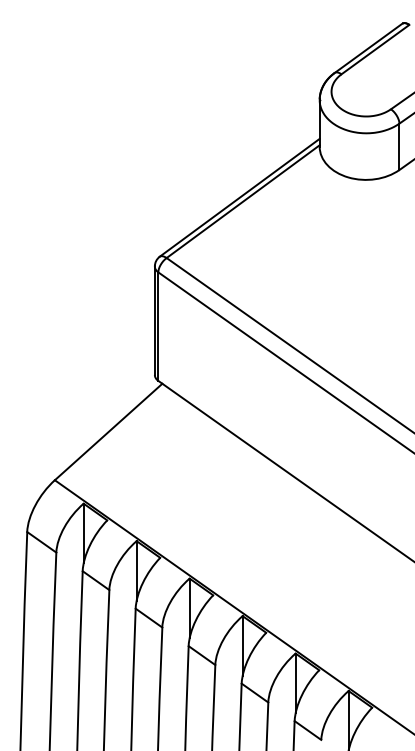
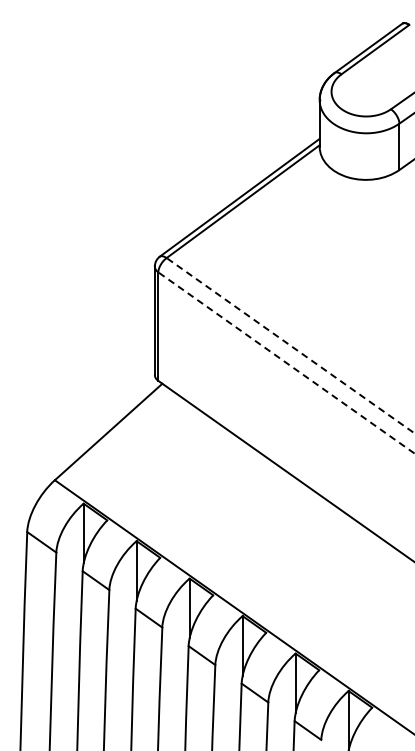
line at (290, 345): solid -> dashed
line at (286, 363): solid -> dashed
